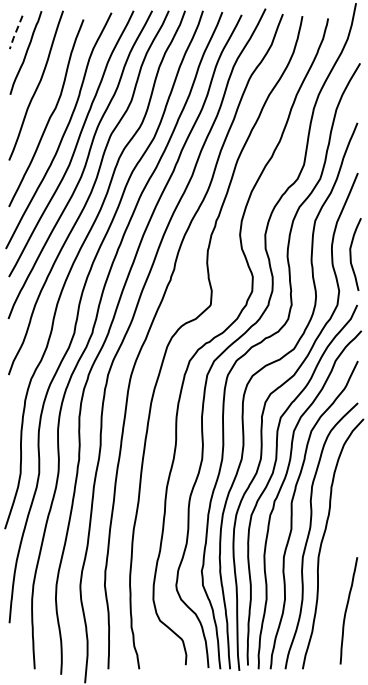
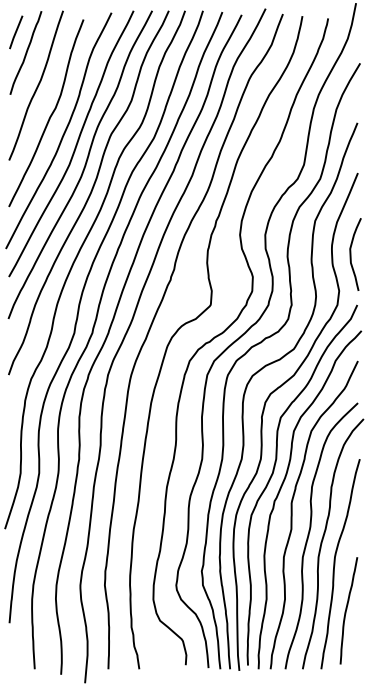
line at (15, 32): dashed -> solid
curve at (335, 564): none -> present
